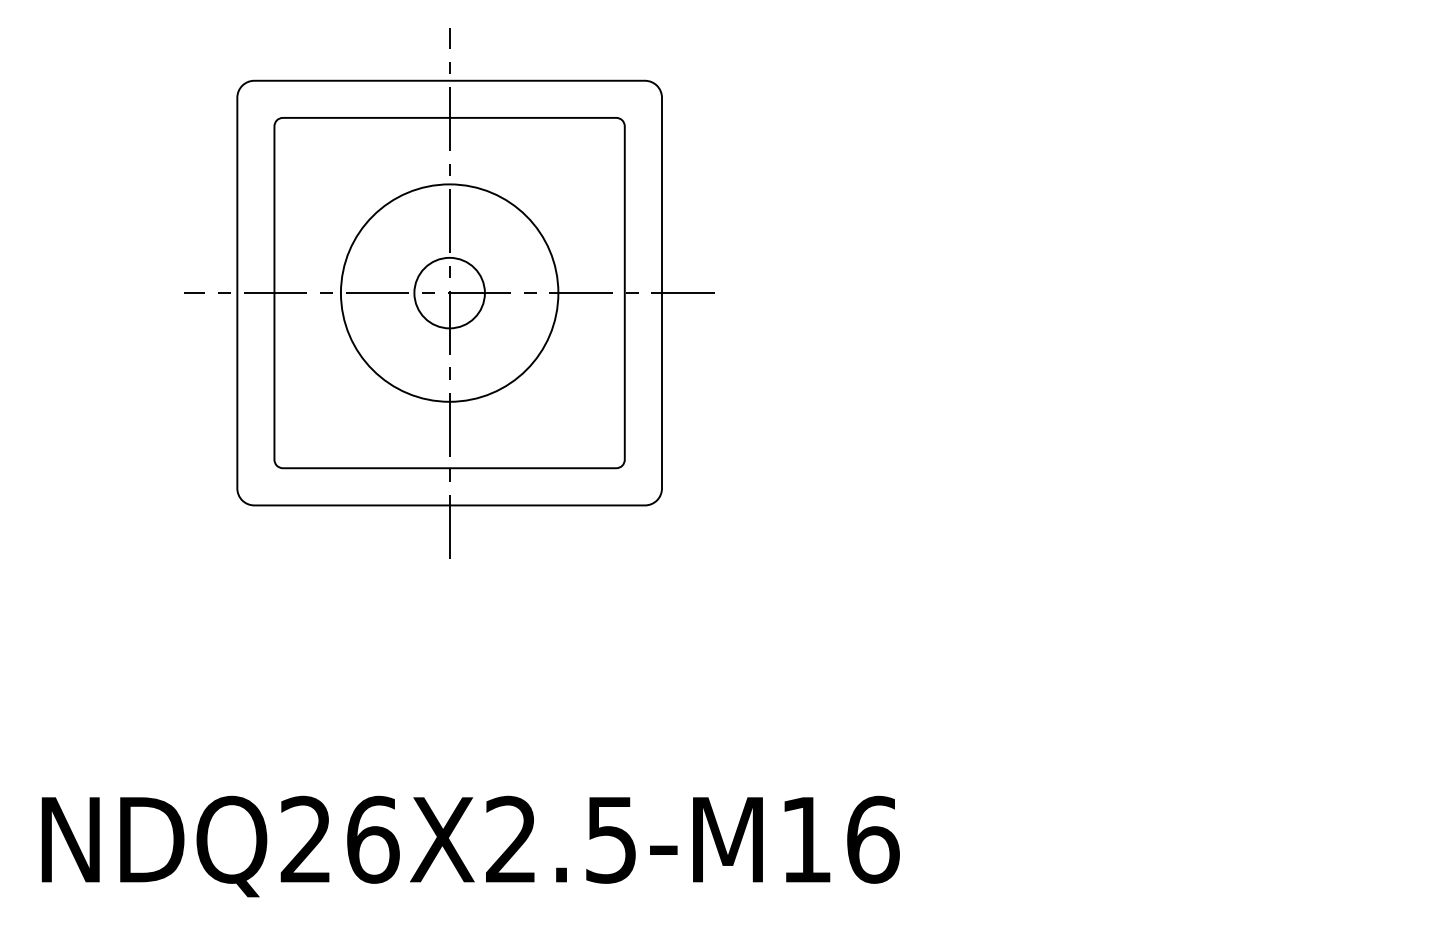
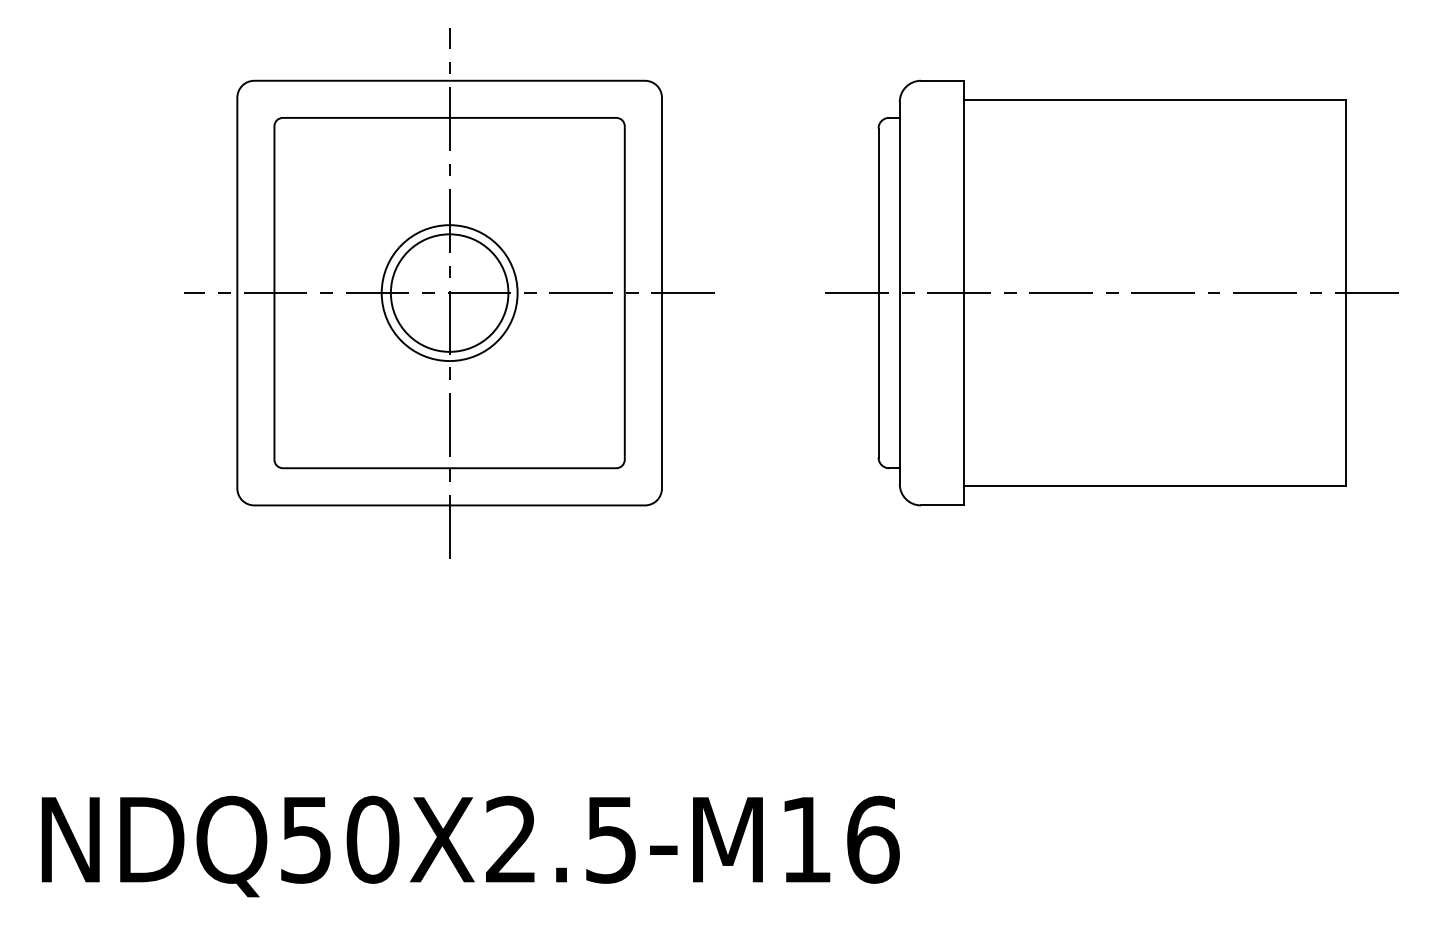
circle at (449, 292) diameter: 217 px -> 136 px
circle at (449, 292) diameter: 71 px -> 118 px
part at (1111, 292): none -> present
text at (339, 839): NDQ26X2.5-M16 -> NDQ50X2.5-M16
